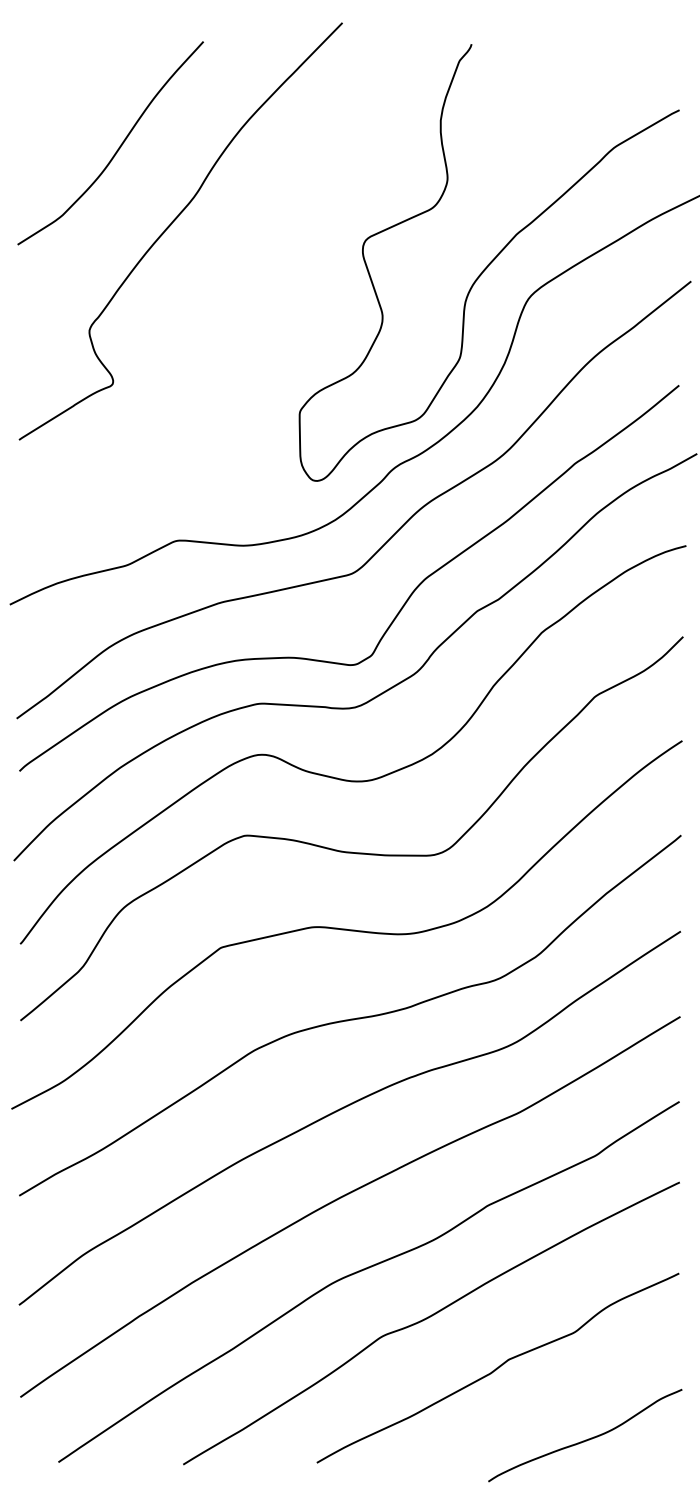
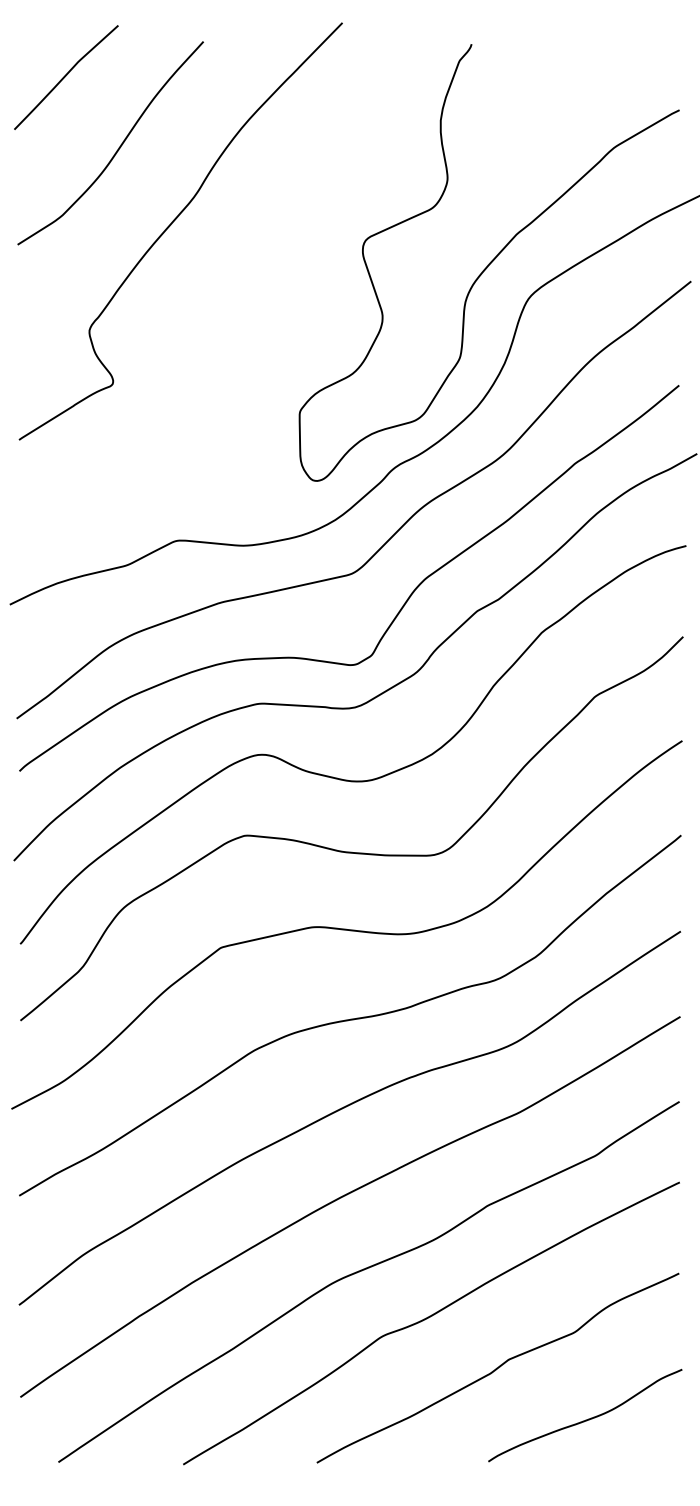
curve at (66, 76): none -> present
curve at (585, 1439) position: (585, 1439) -> (585, 1419)
